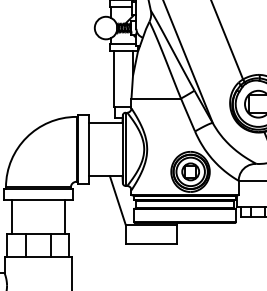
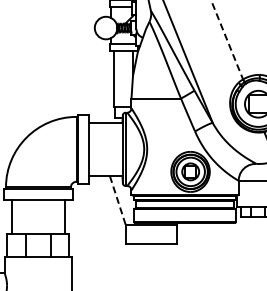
line at (227, 39): solid -> dashed
line at (117, 200): solid -> dashed
